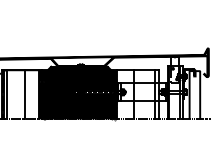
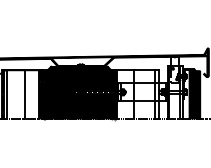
fill at (194, 95): none -> present
